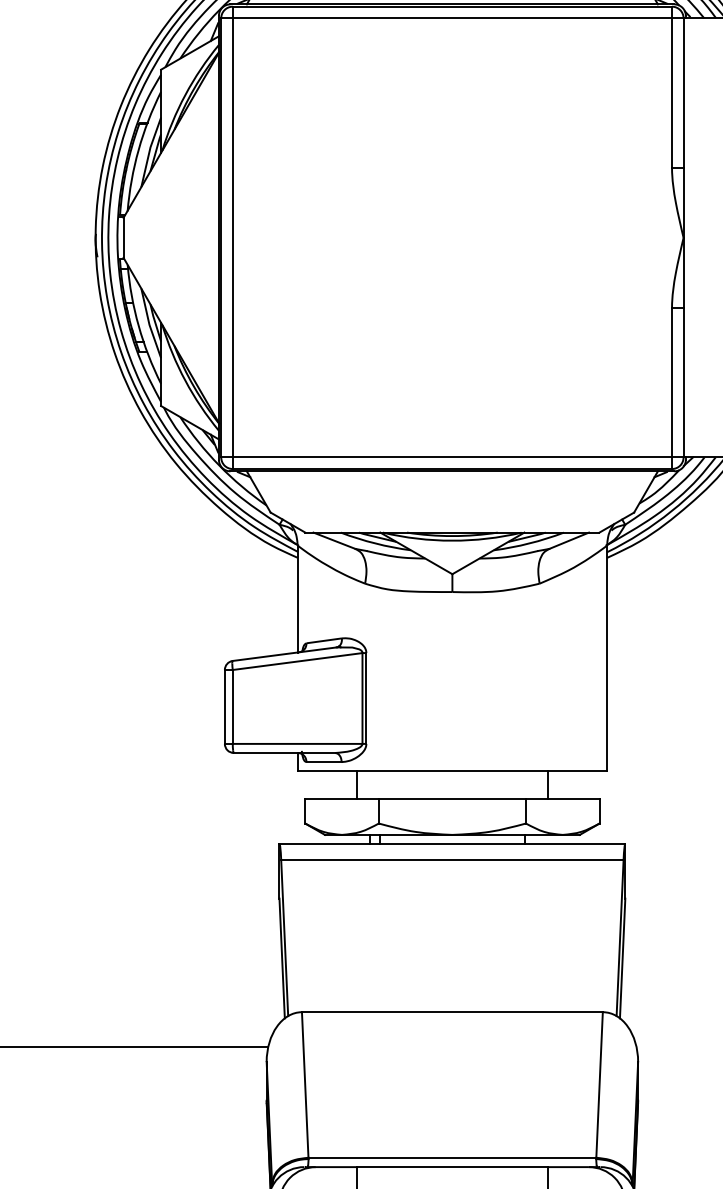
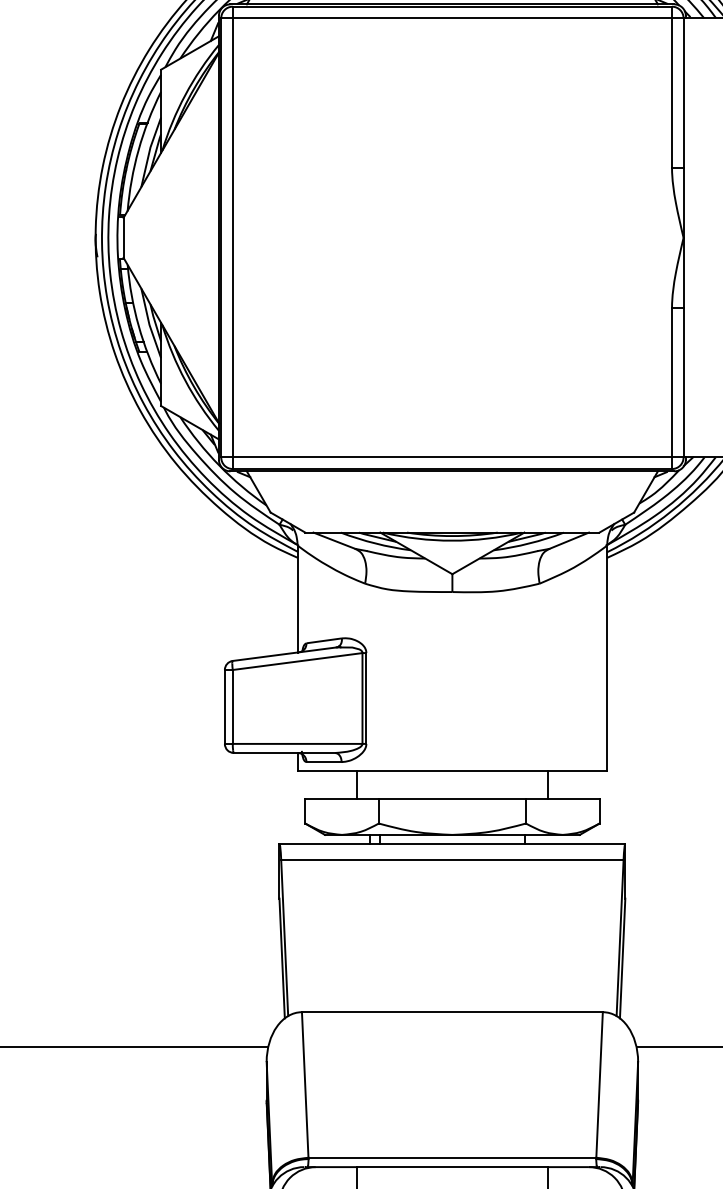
line at (677, 1046): none -> present
